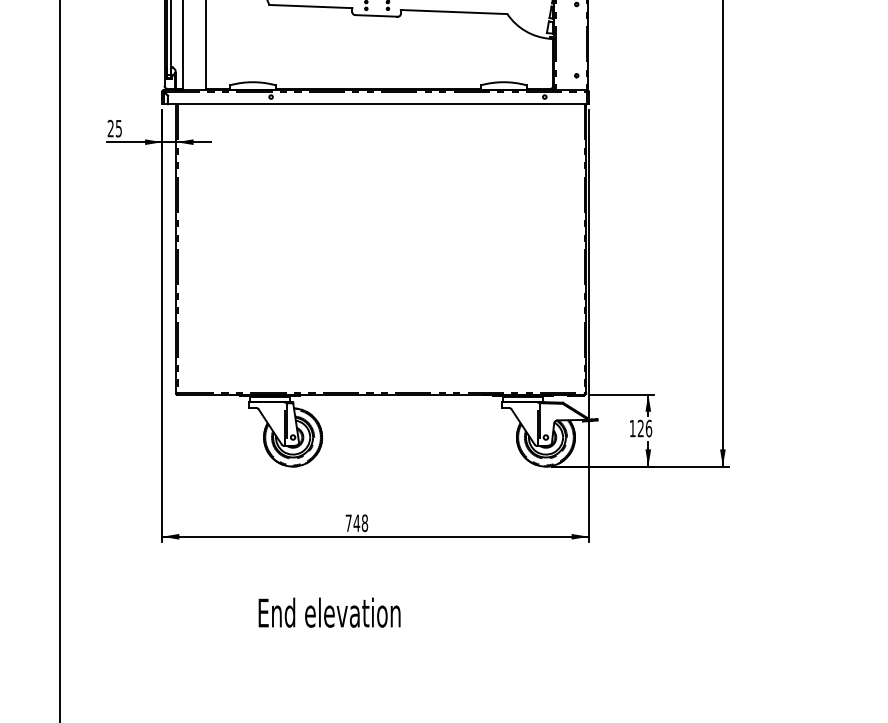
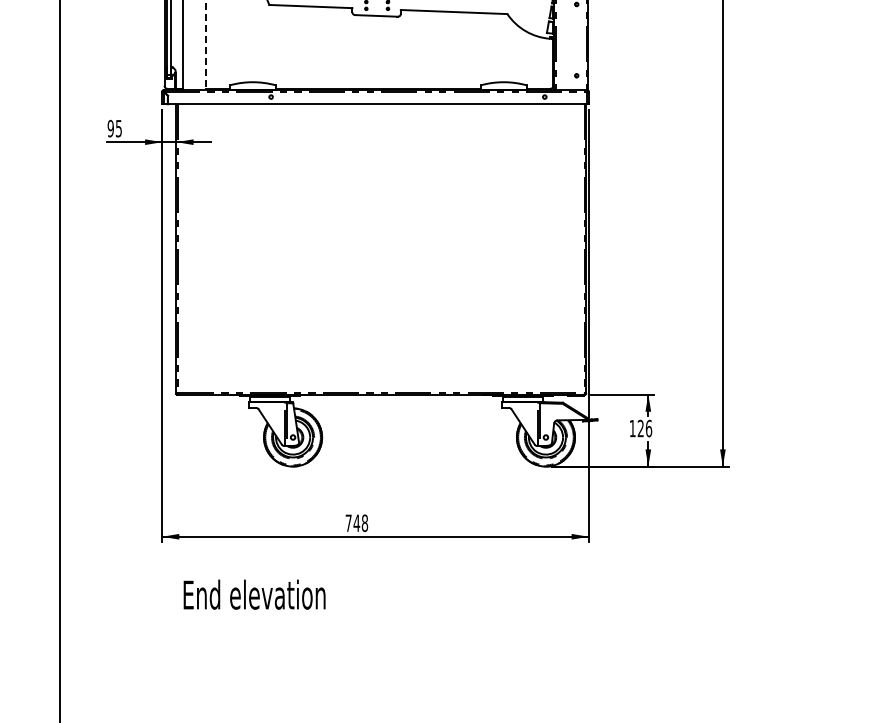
line at (205, 45): solid -> dashed
text at (110, 128): 25 -> 95
text at (329, 612) position: (329, 612) -> (254, 594)
